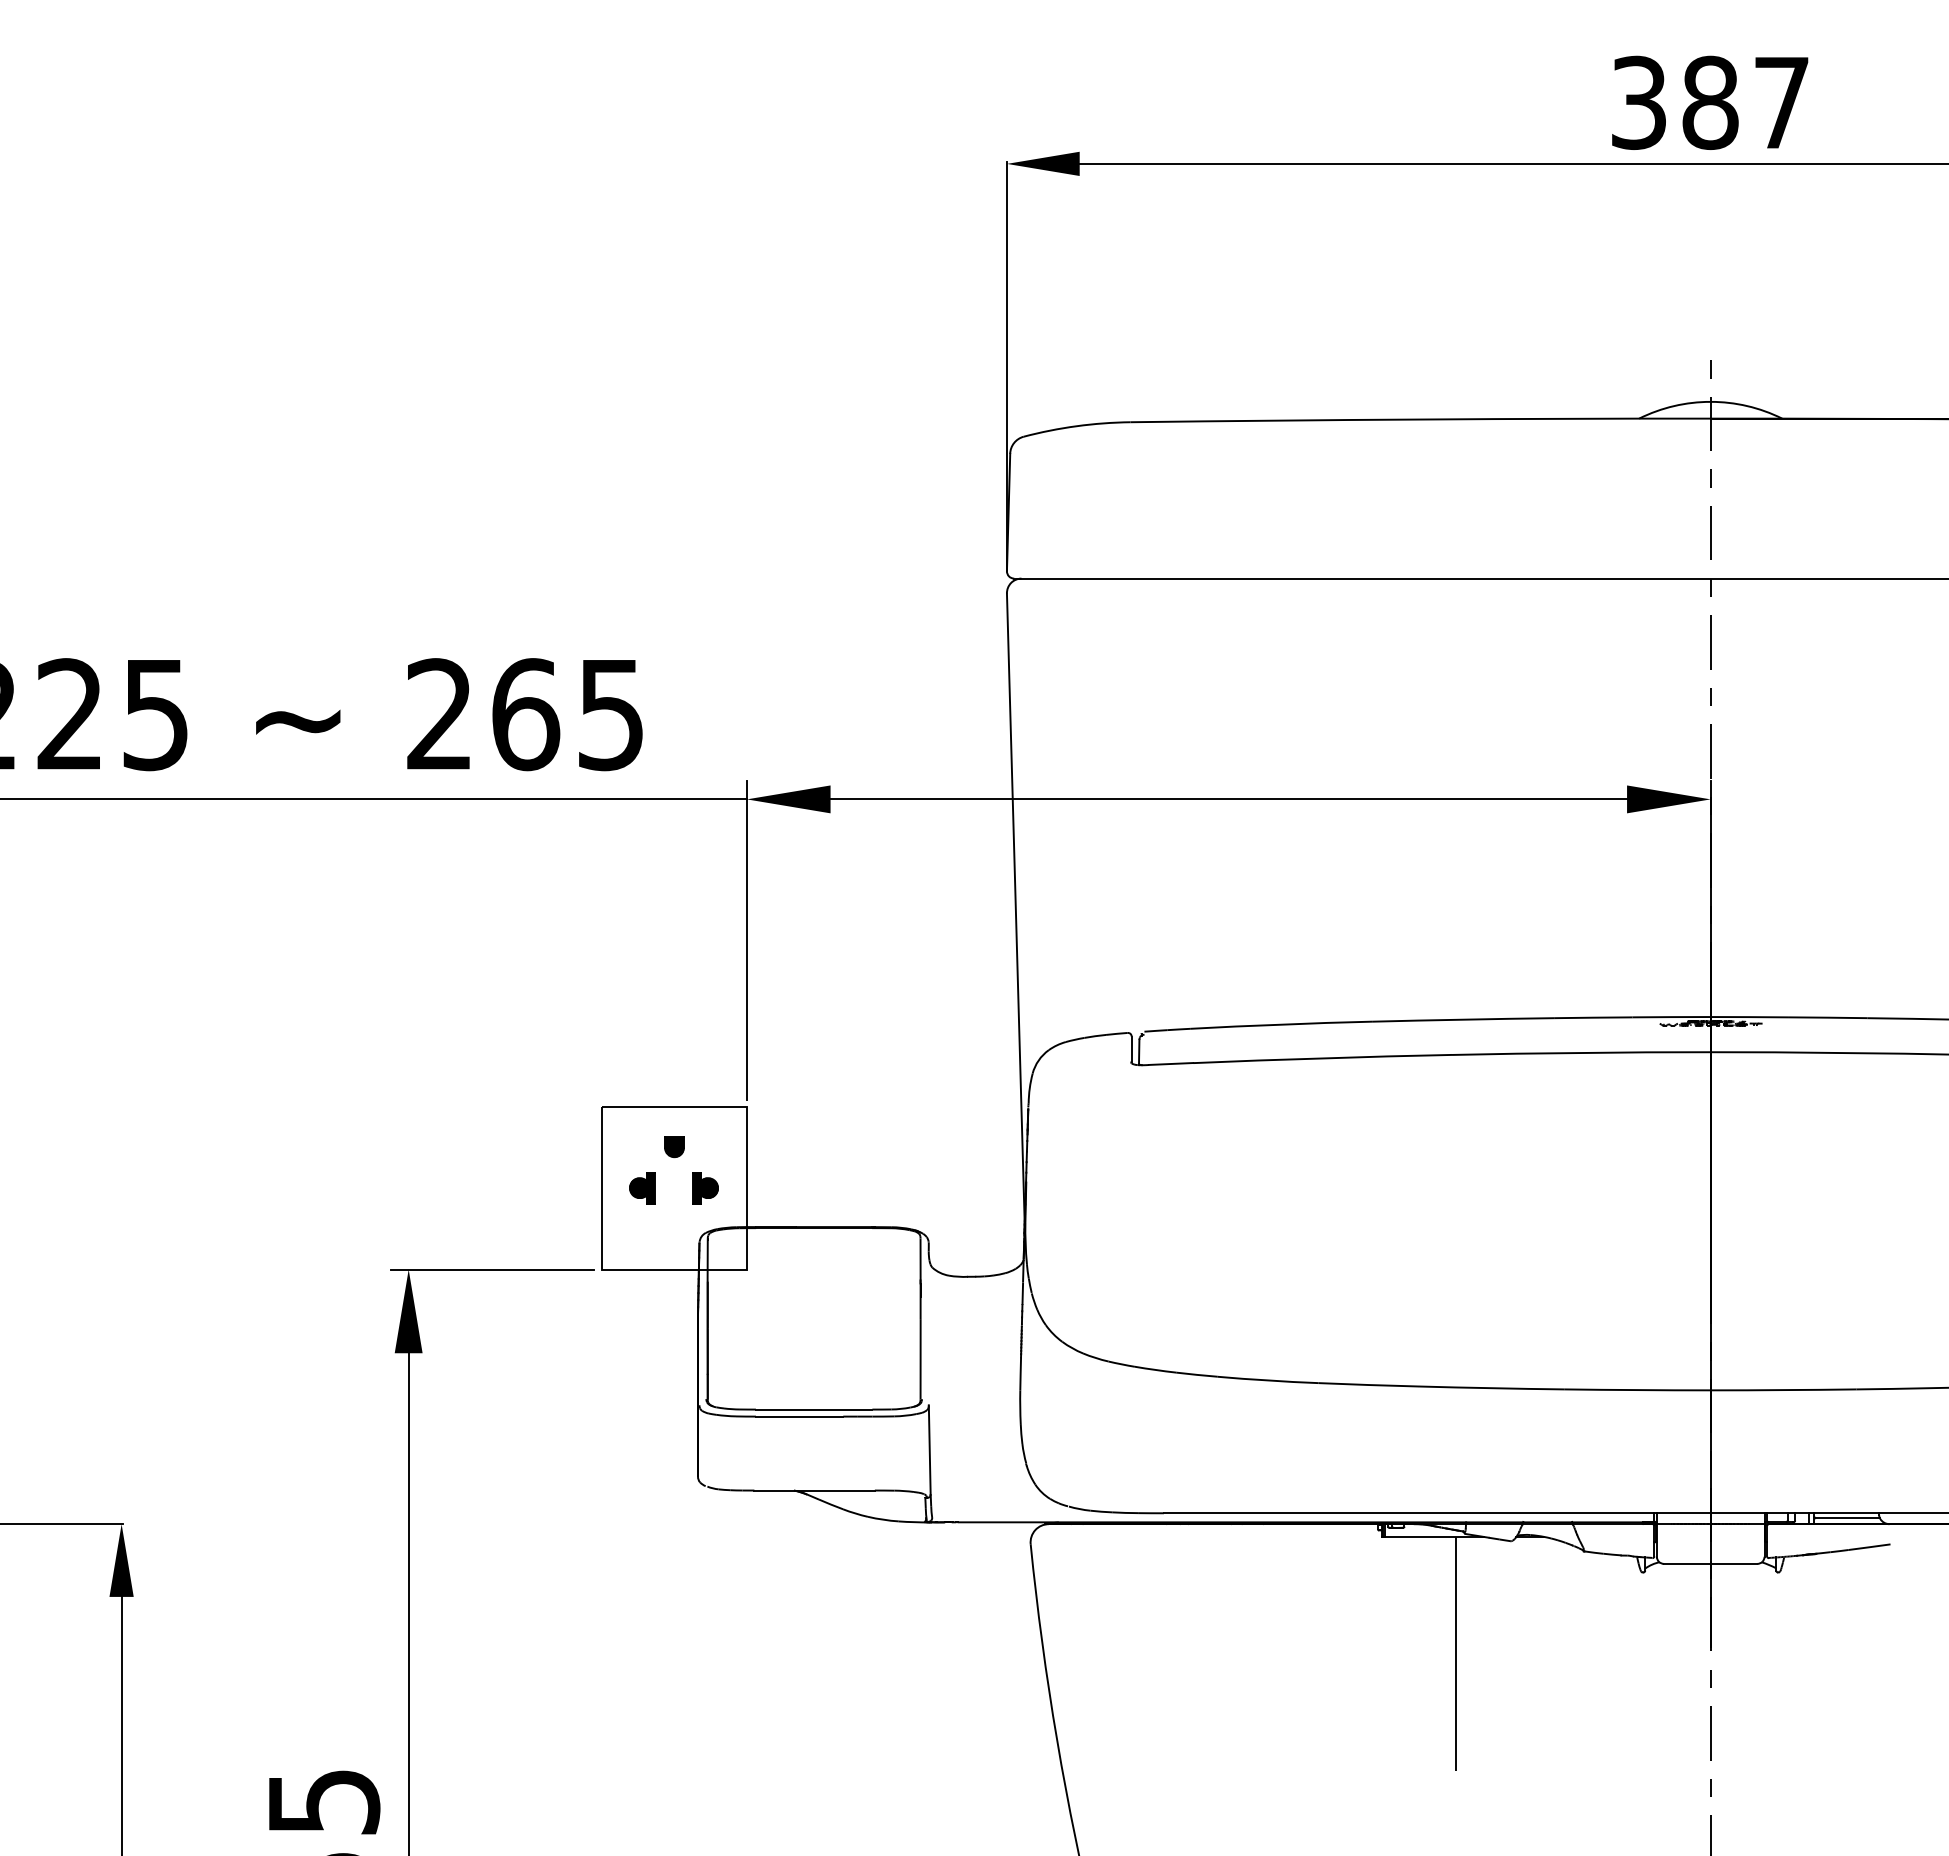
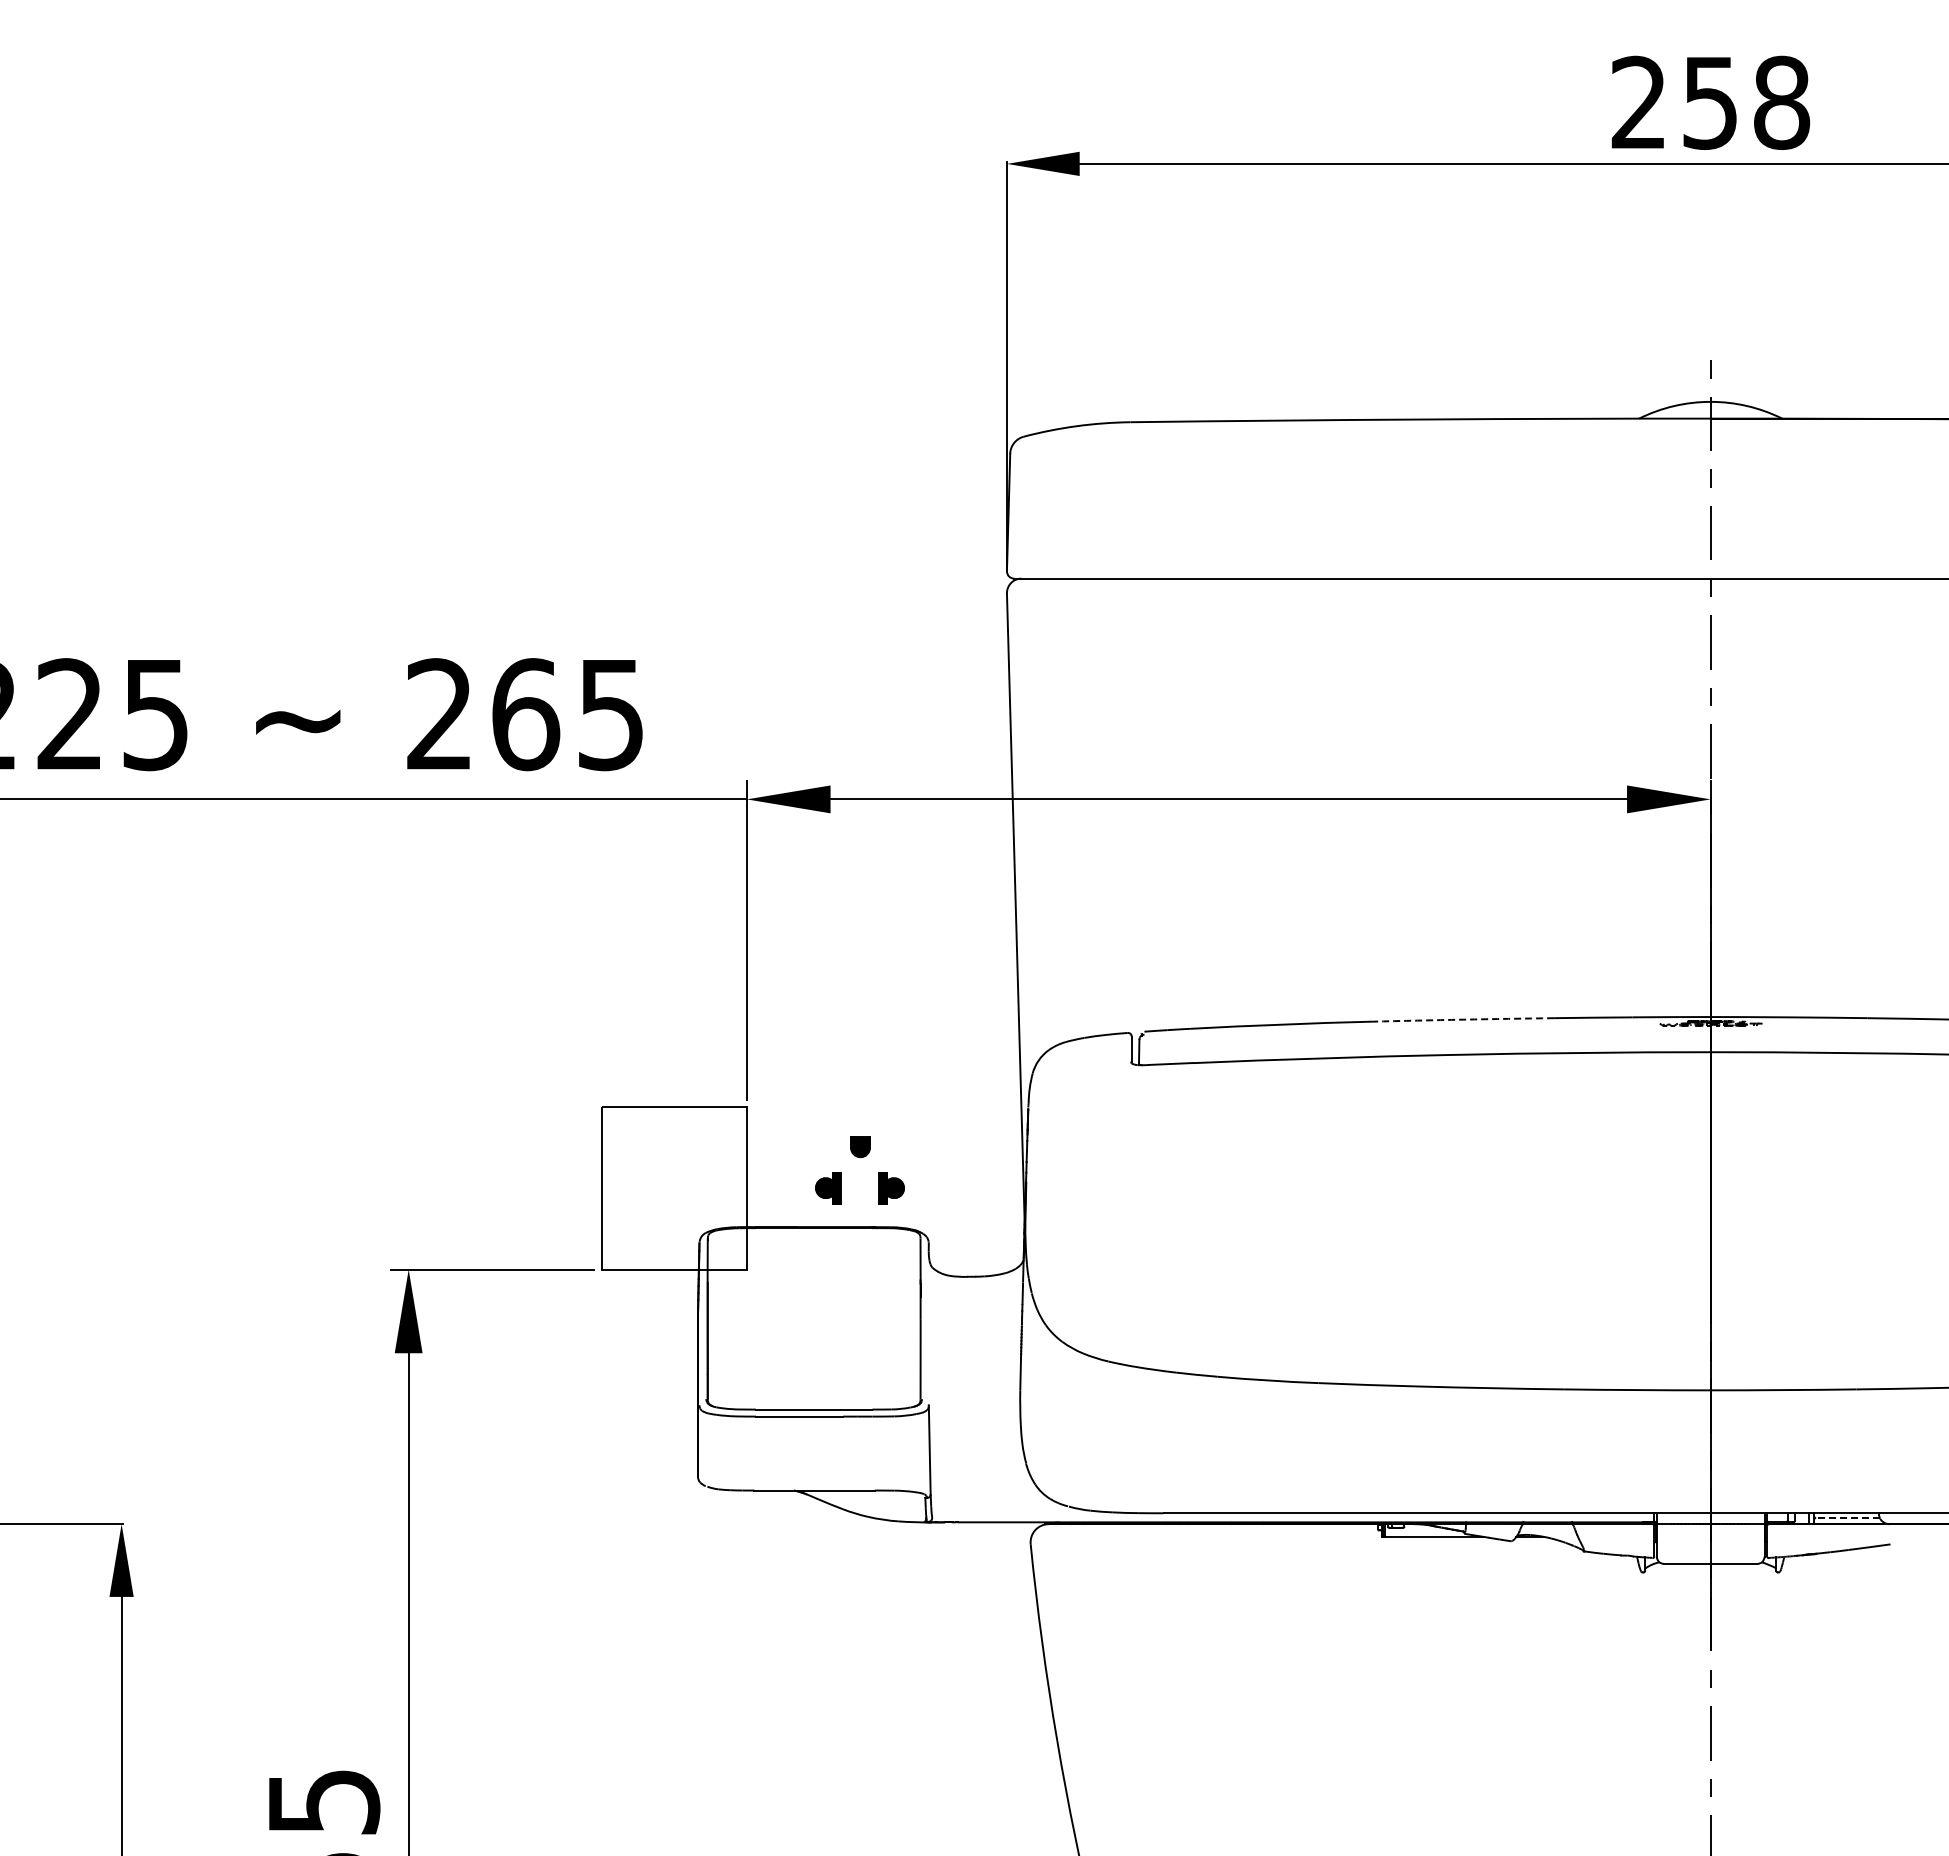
text at (1710, 102): 387 -> 258
arc at (1463, 1019): solid -> dashed
part at (674, 1158) position: (674, 1158) -> (860, 1158)
line at (1848, 1518): solid -> dashed
line at (1456, 1653): present -> none
